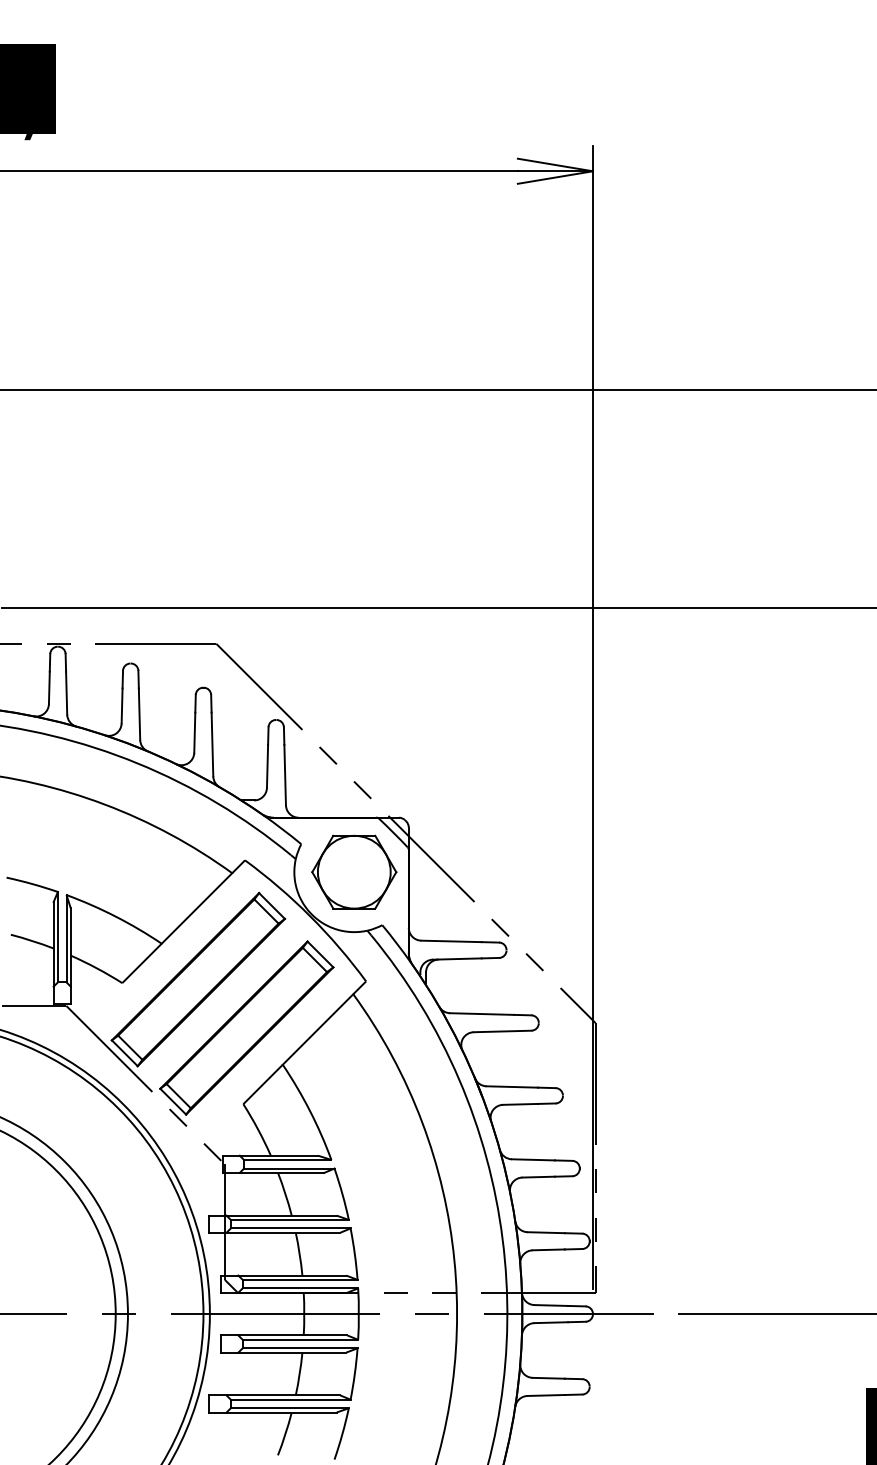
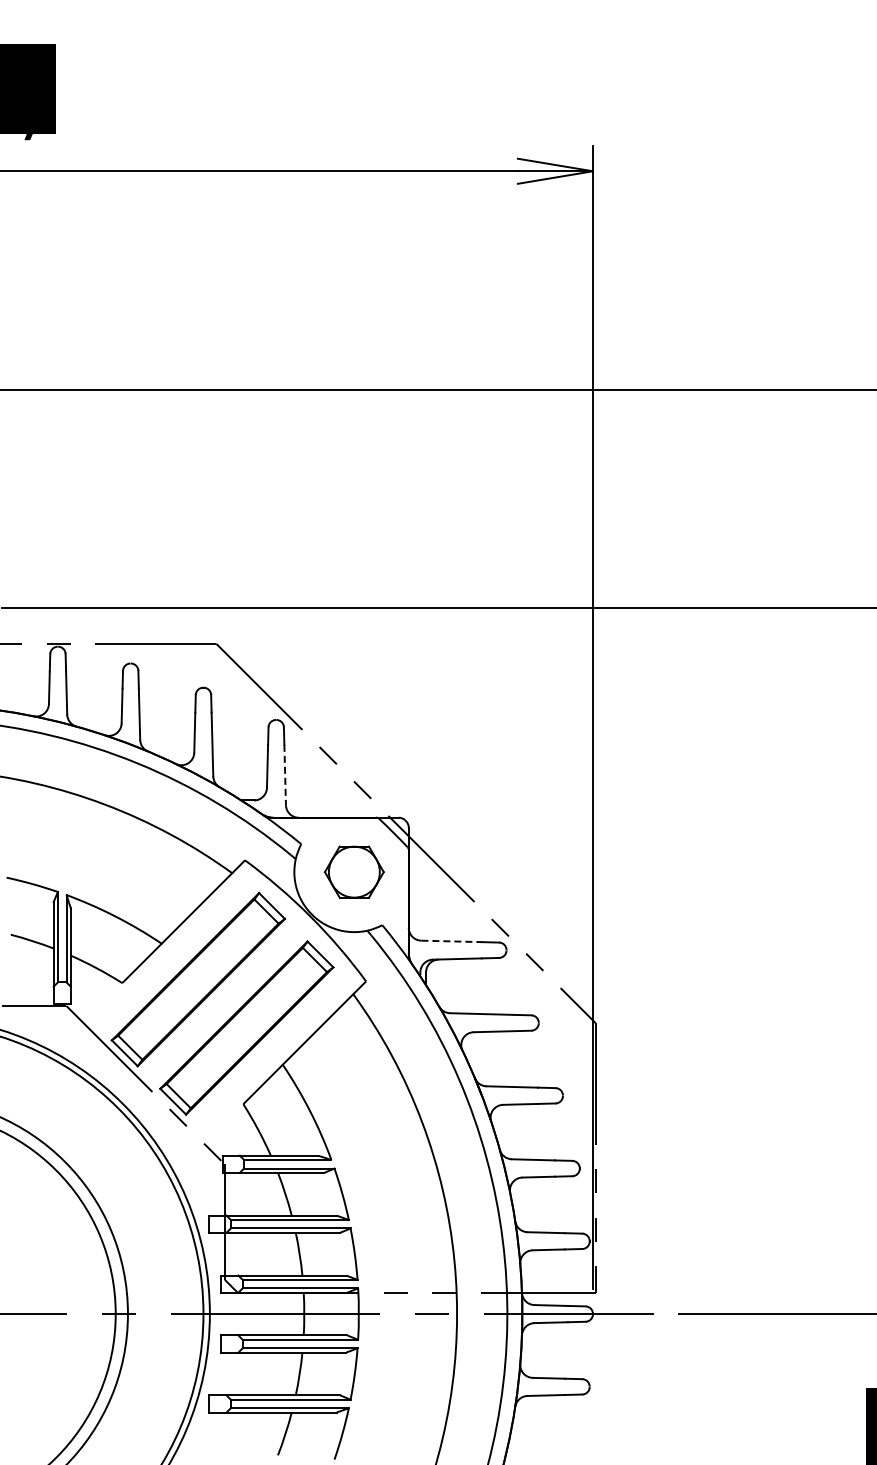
line at (285, 775): solid -> dashed
part at (354, 871) size: 87x76 px -> 62x54 px
line at (452, 941): solid -> dashed
